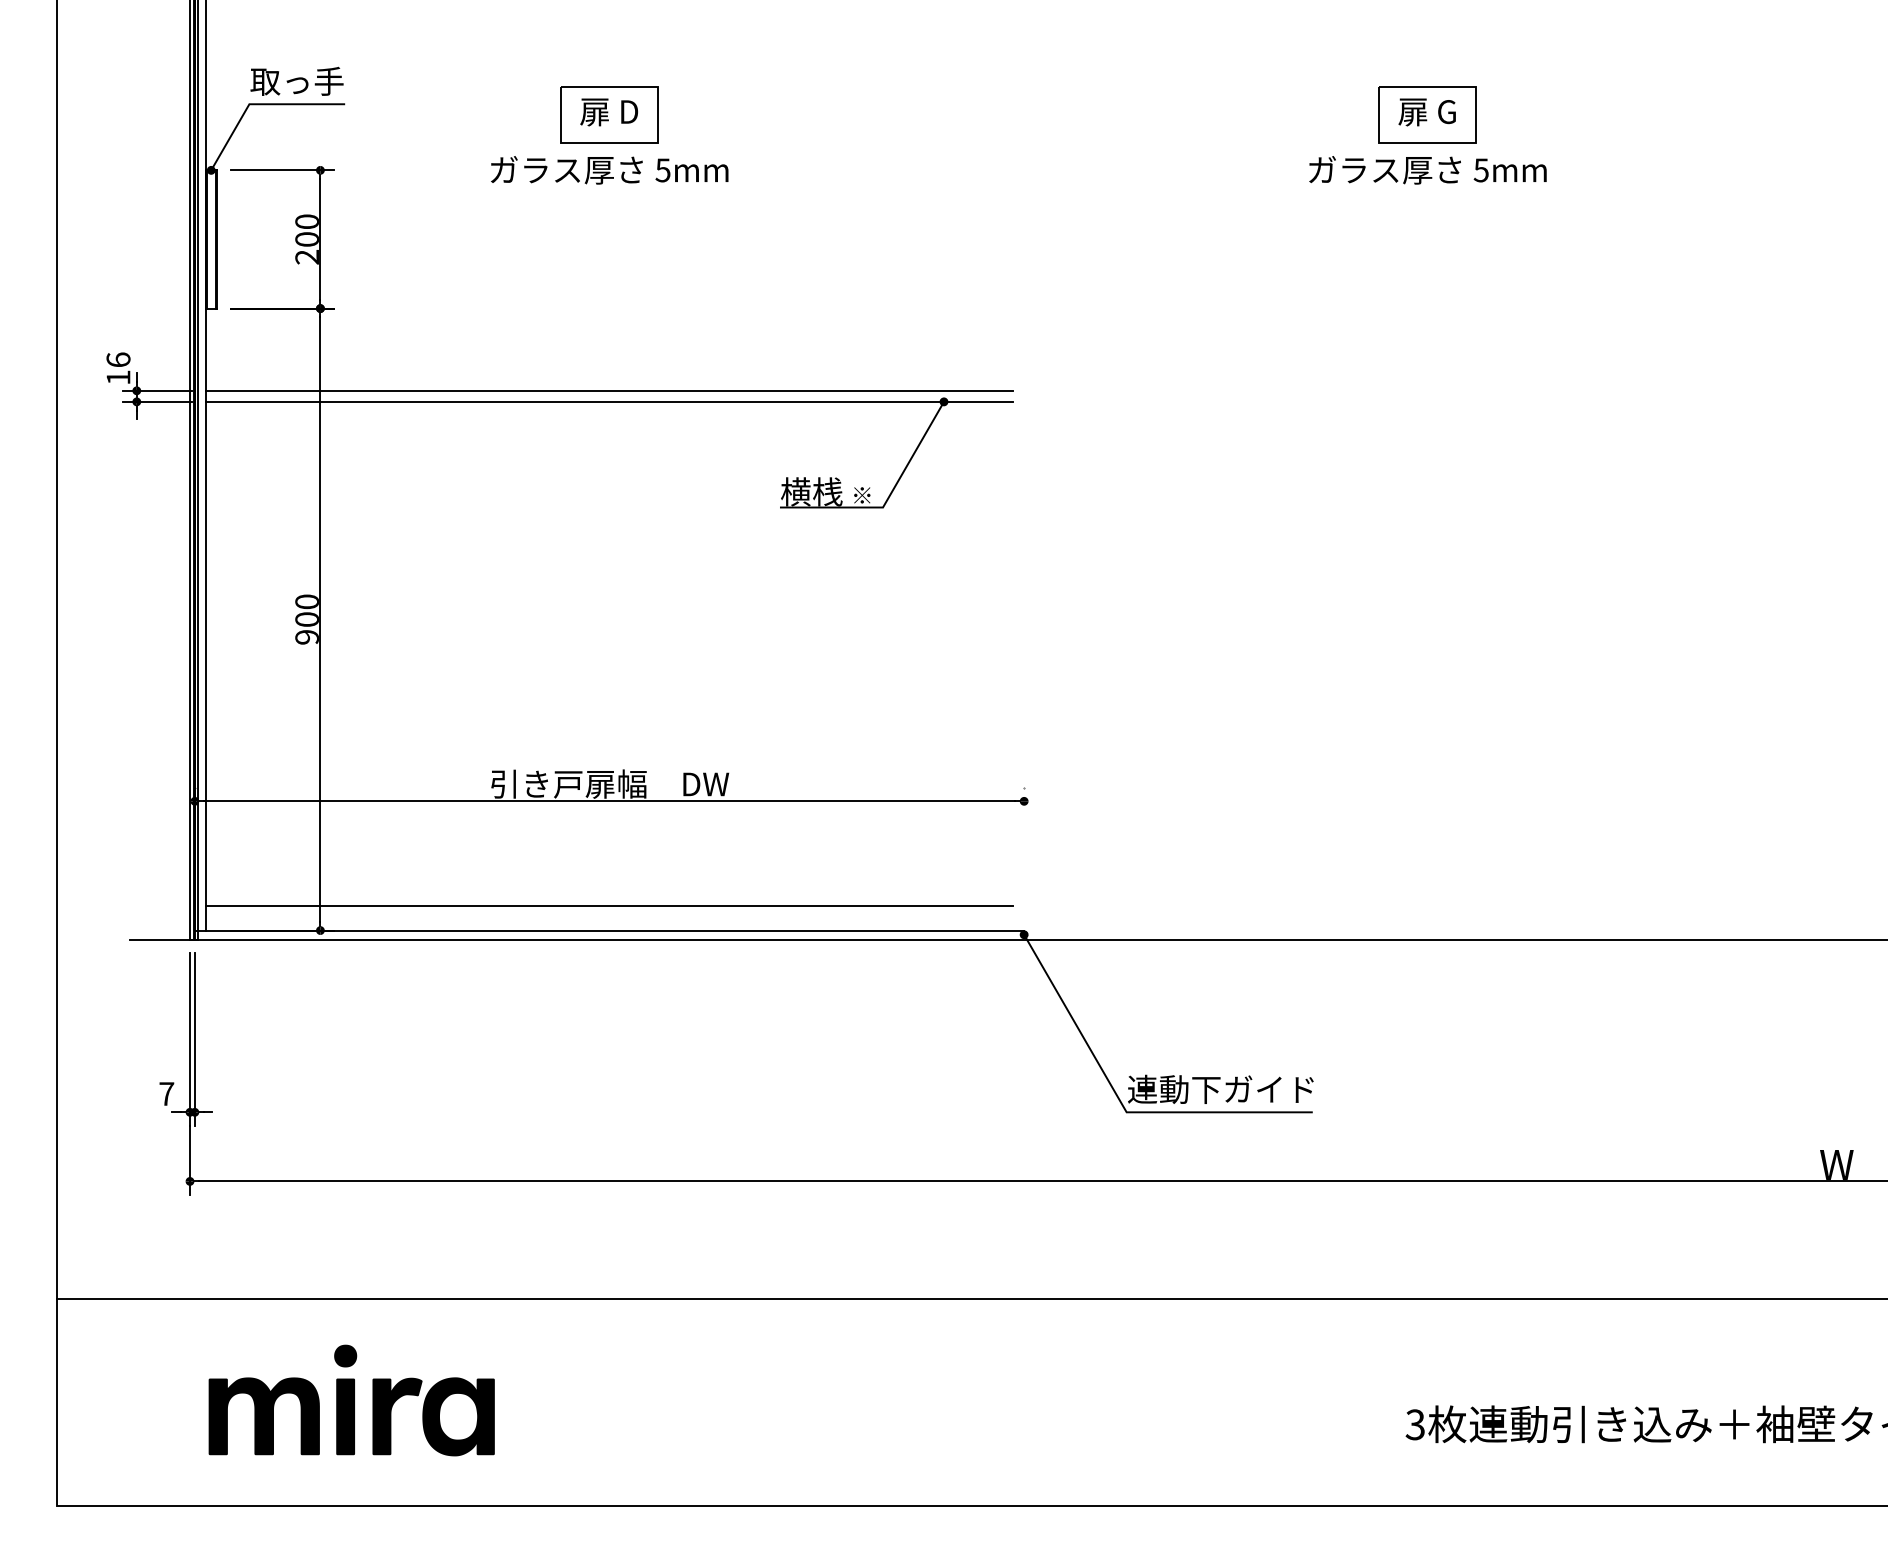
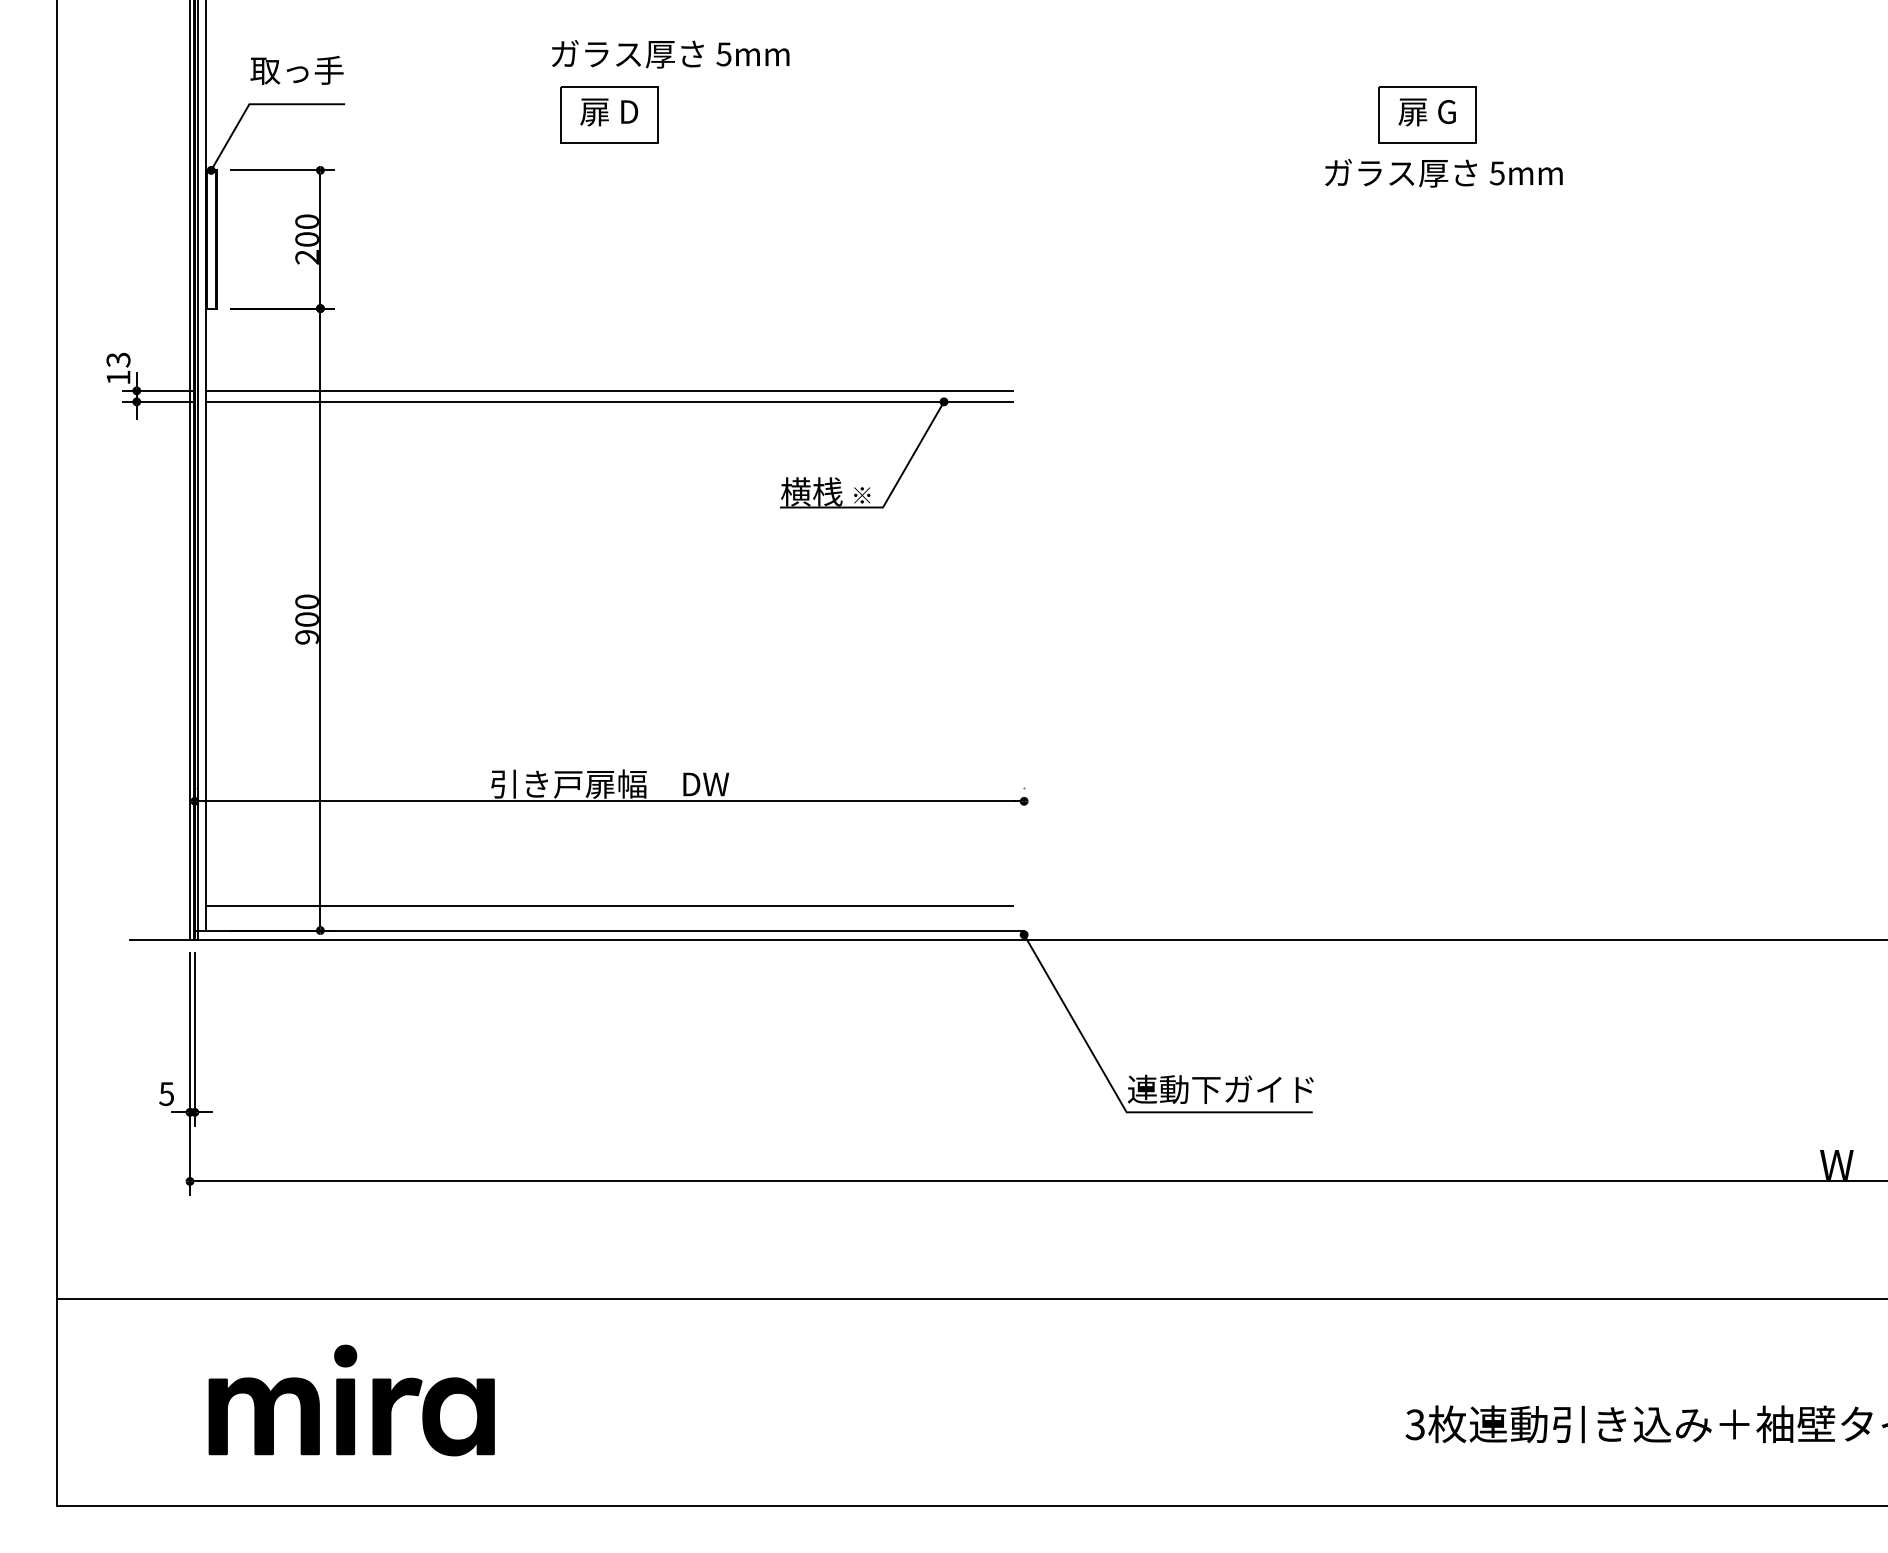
text at (296, 80) position: (296, 80) -> (296, 69)
text at (609, 170) position: (609, 170) -> (670, 54)
text at (1427, 170) position: (1427, 170) -> (1443, 173)
text at (118, 359): 16 -> 13
text at (166, 1094): 7 -> 5
